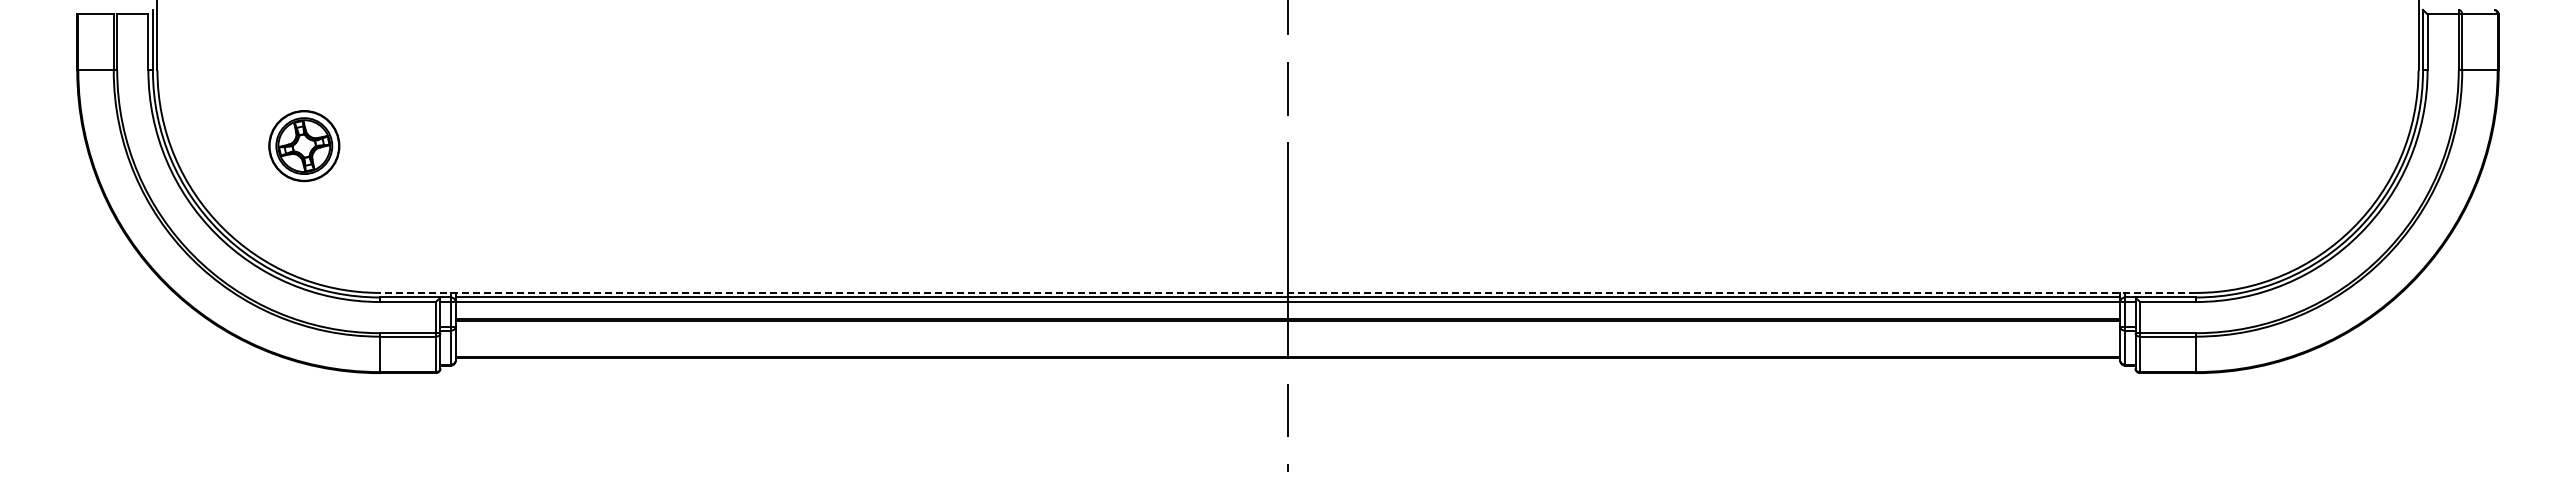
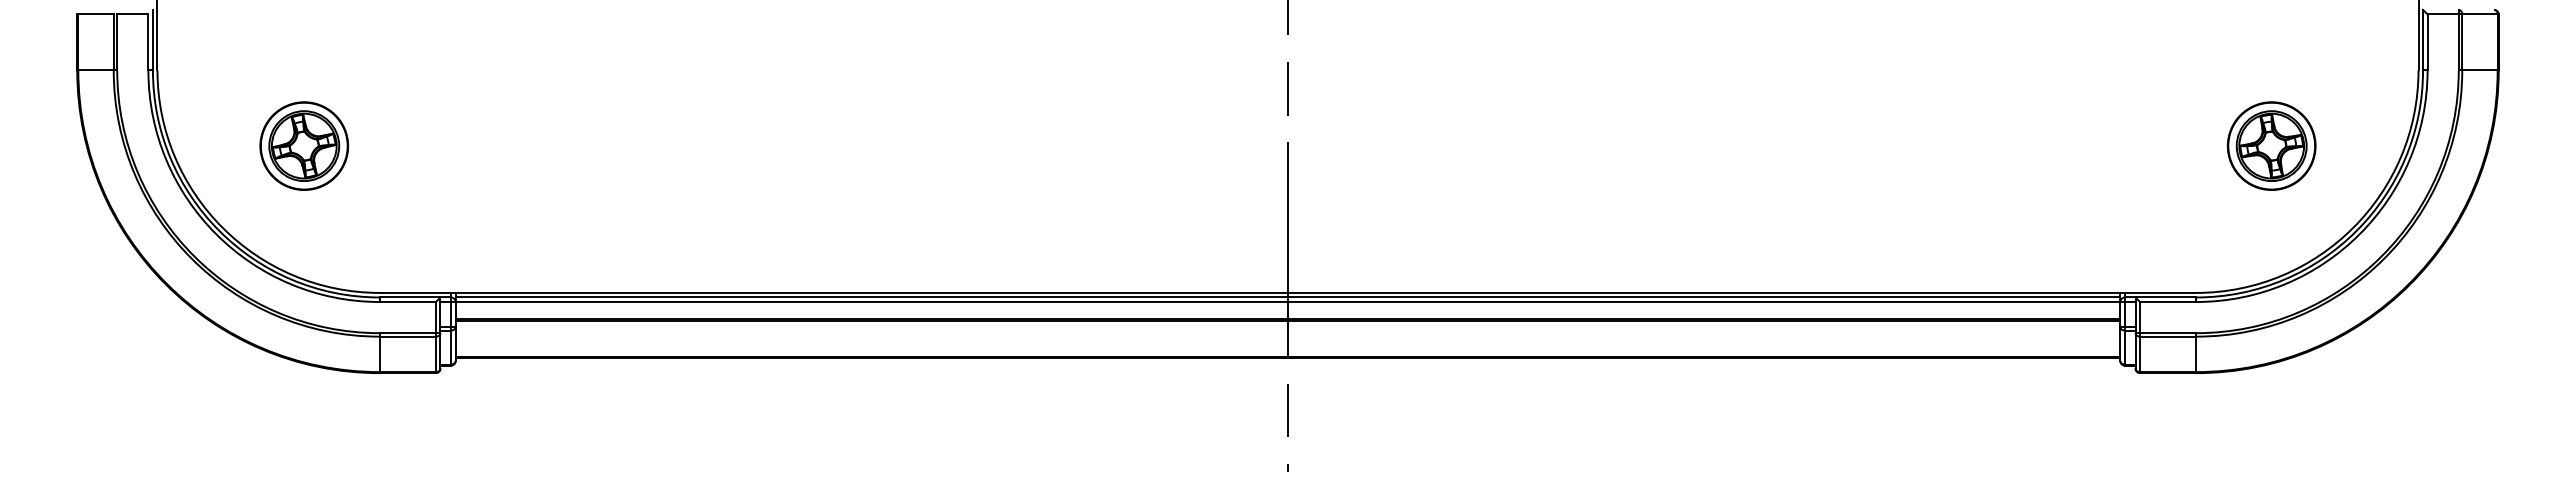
part at (2271, 145): none -> present
part at (304, 146) size: 73x73 px -> 91x90 px
line at (1287, 292): dashed -> solid
